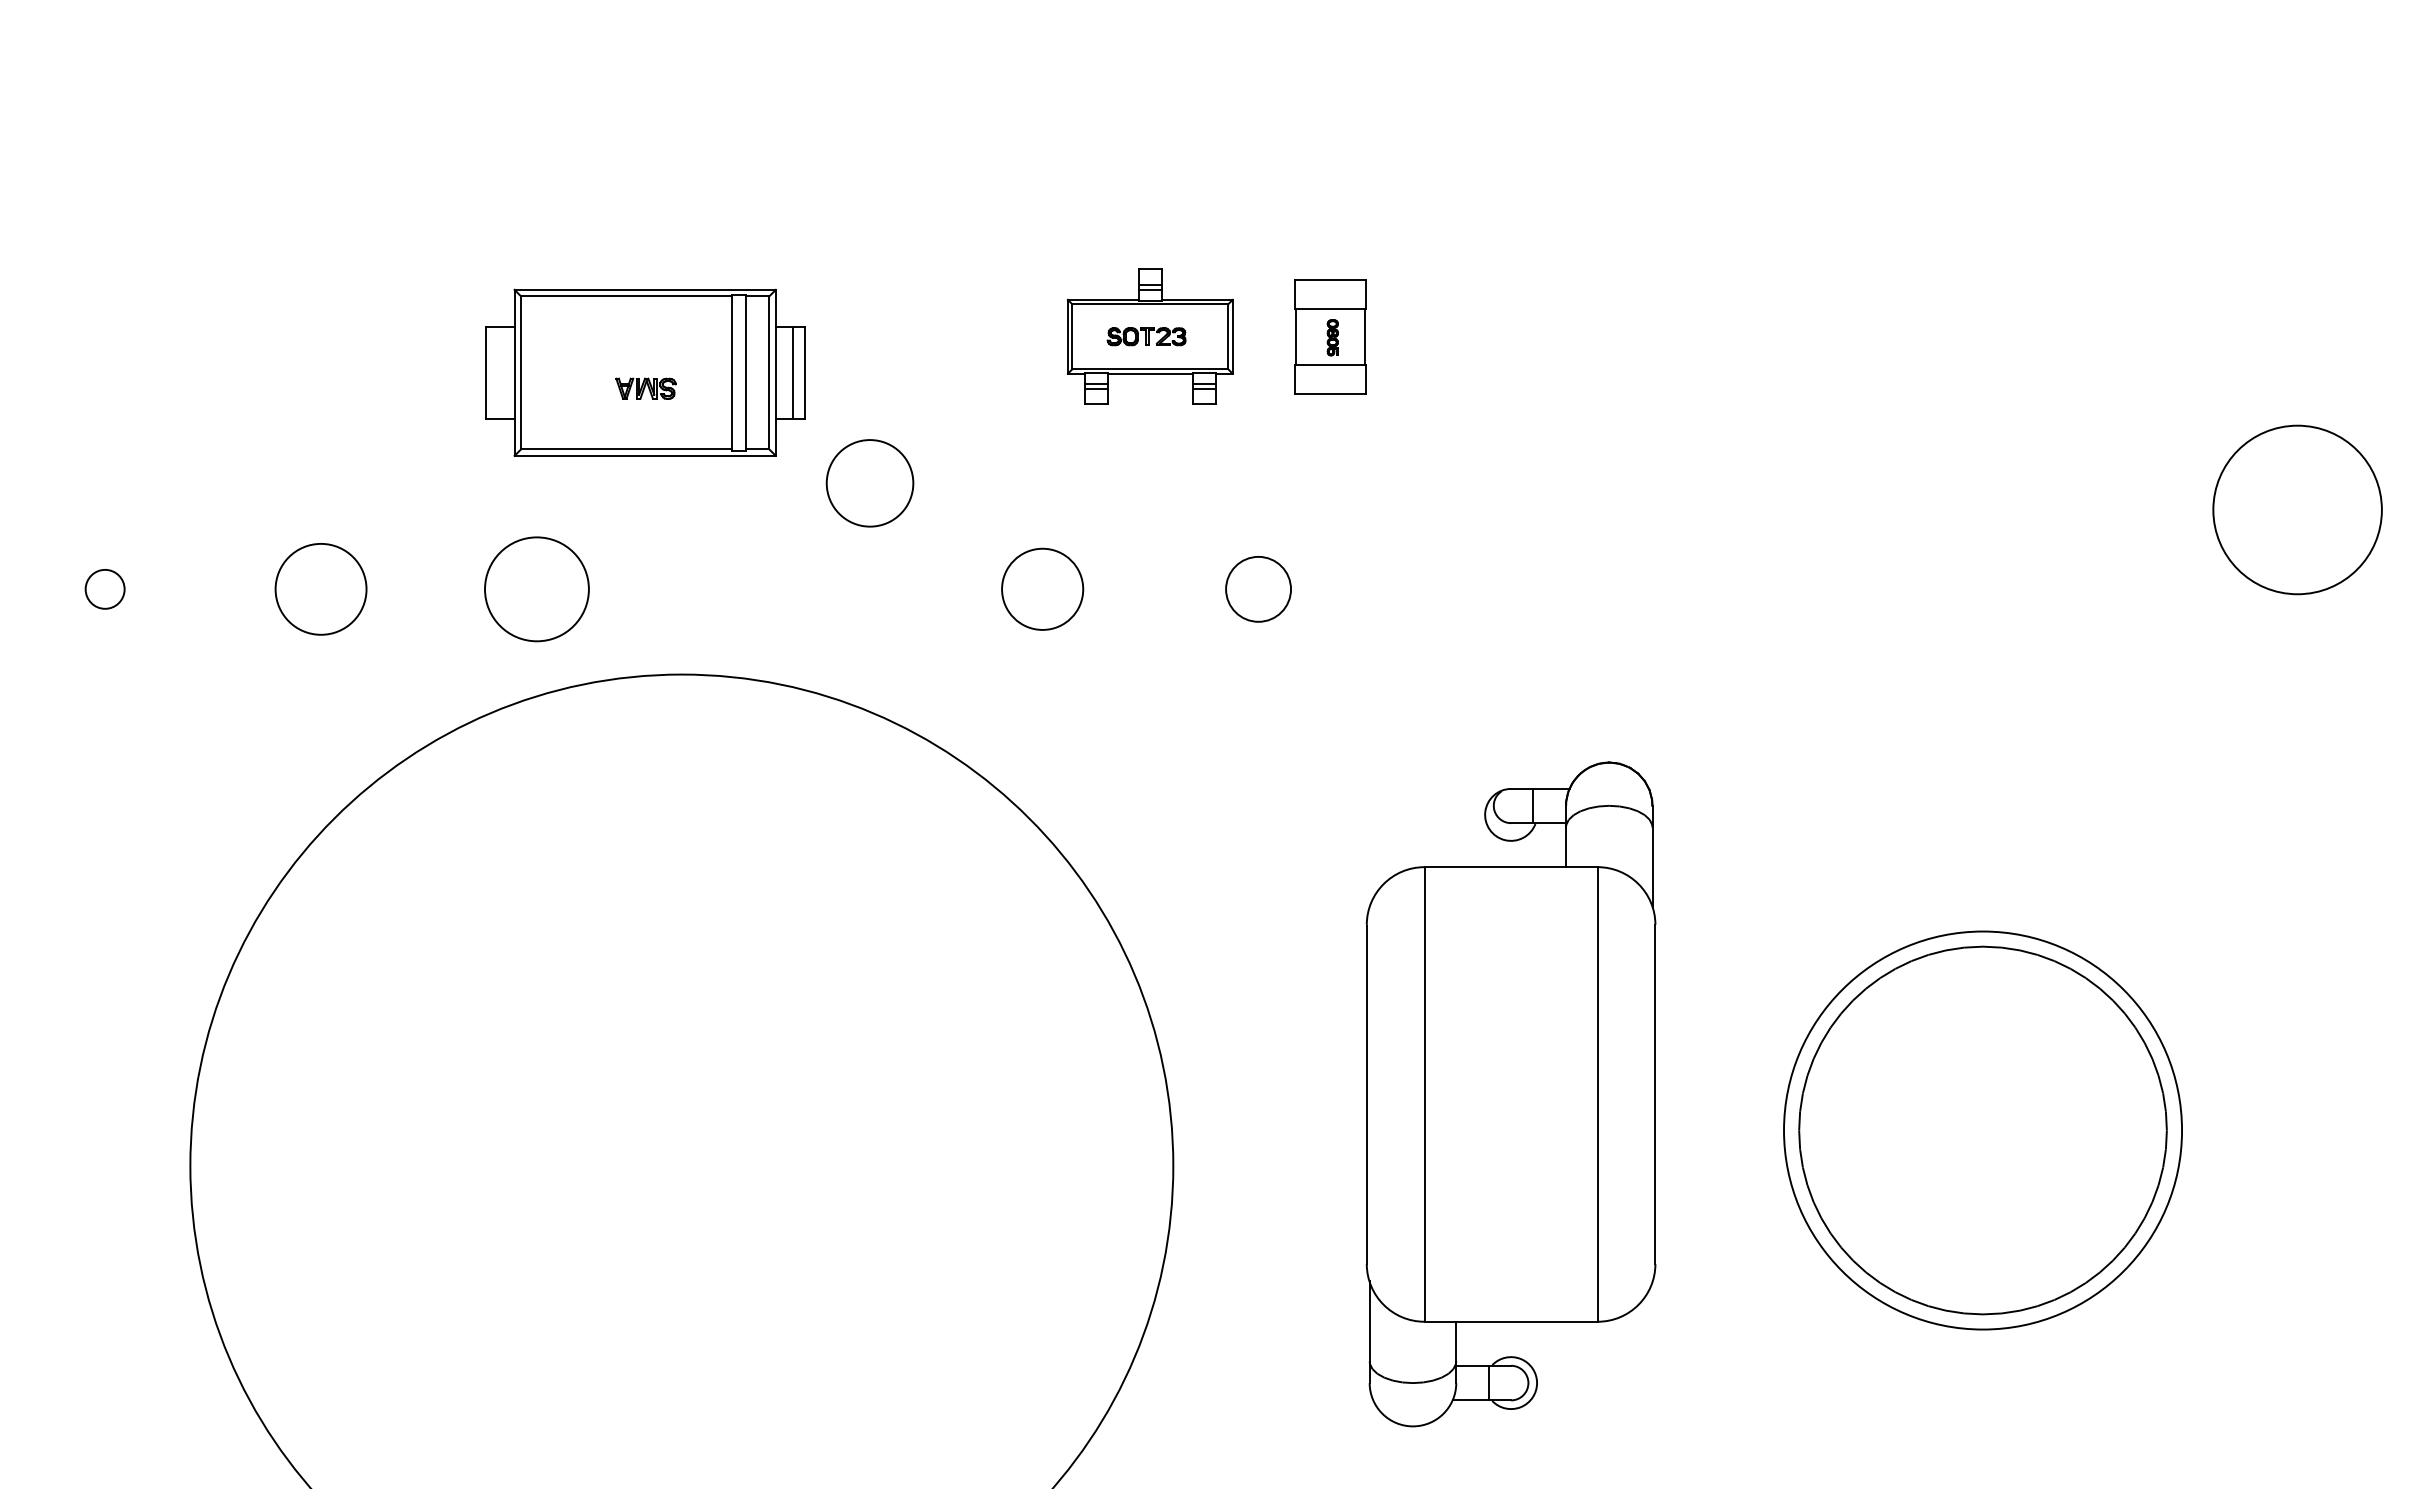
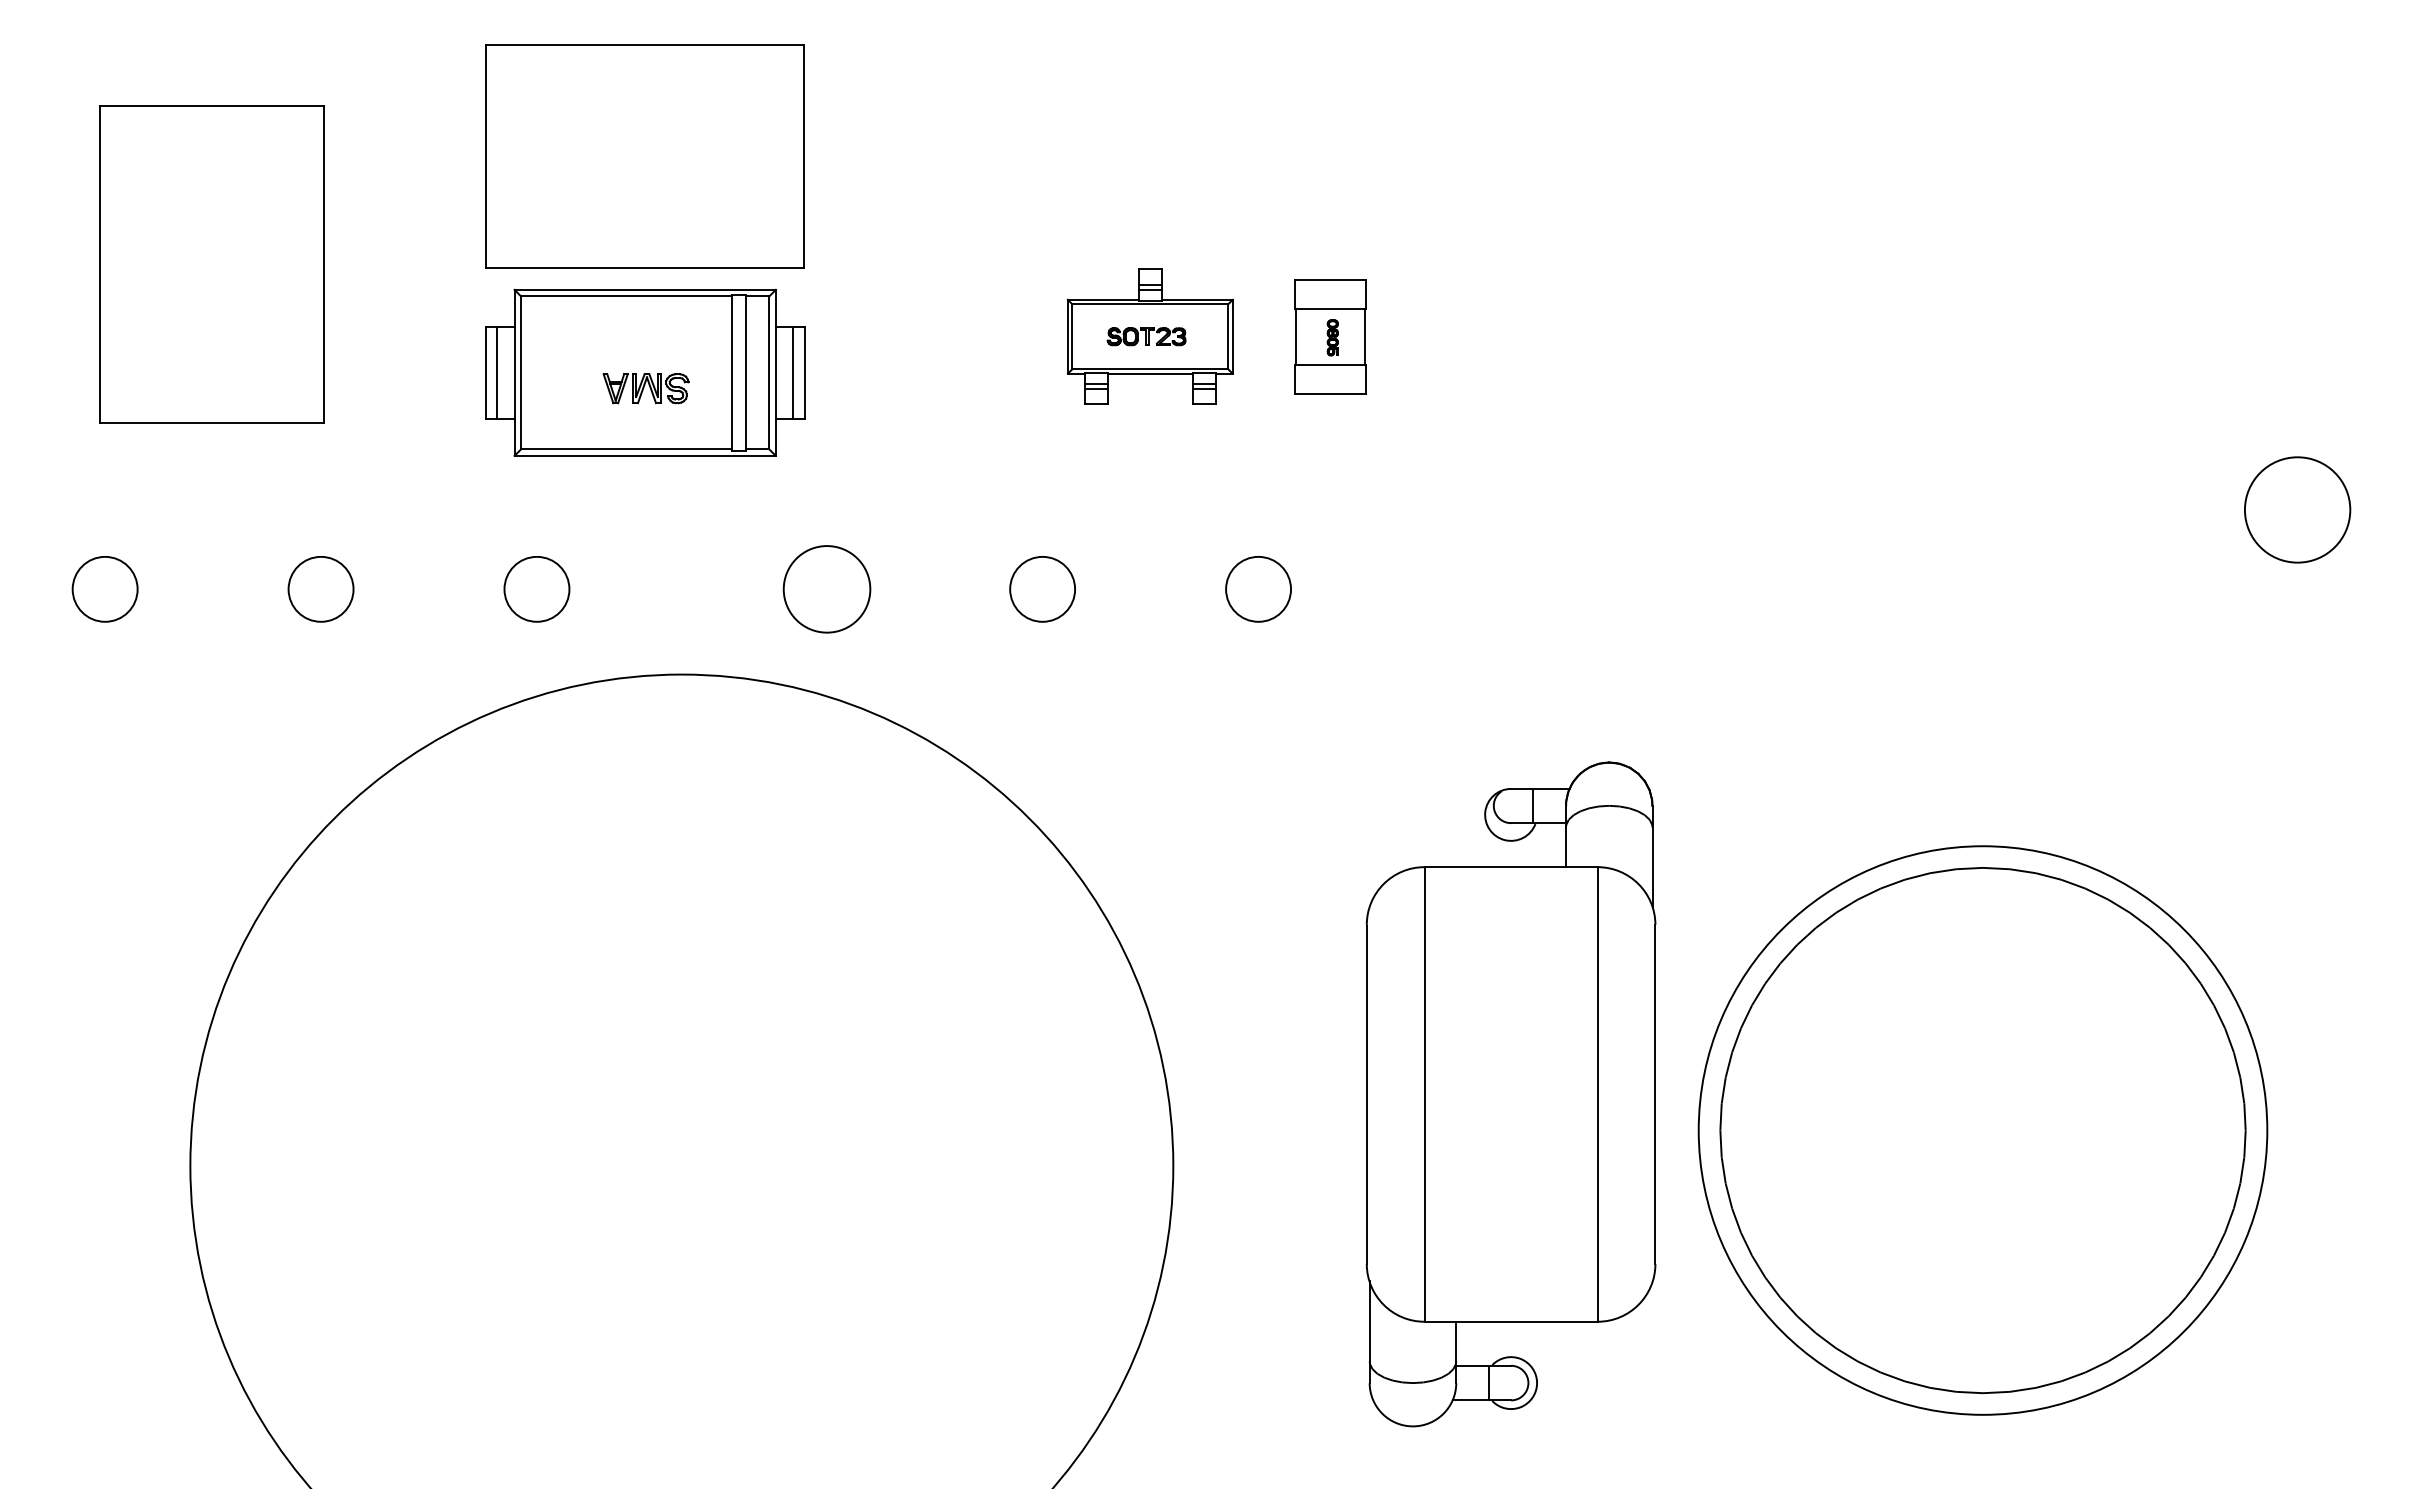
part at (644, 156): none -> present
part at (211, 264): none -> present
line at (497, 372): none -> present
part at (645, 388) size: 62x23 px -> 88x32 px
circle at (869, 483) position: (869, 483) -> (826, 589)
circle at (2297, 509) diameter: 169 px -> 105 px
circle at (104, 588) diameter: 39 px -> 65 px
circle at (320, 588) diameter: 91 px -> 65 px
circle at (1042, 588) diameter: 81 px -> 65 px
circle at (536, 589) diameter: 104 px -> 65 px
circle at (1982, 1130) diameter: 368 px -> 525 px
circle at (1983, 1130) diameter: 398 px -> 569 px
